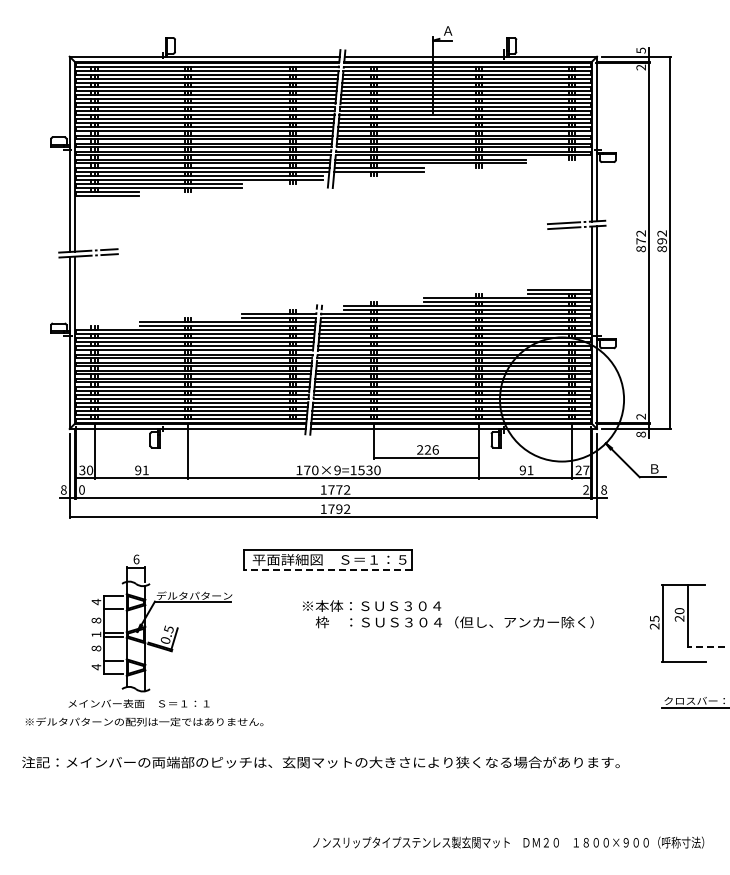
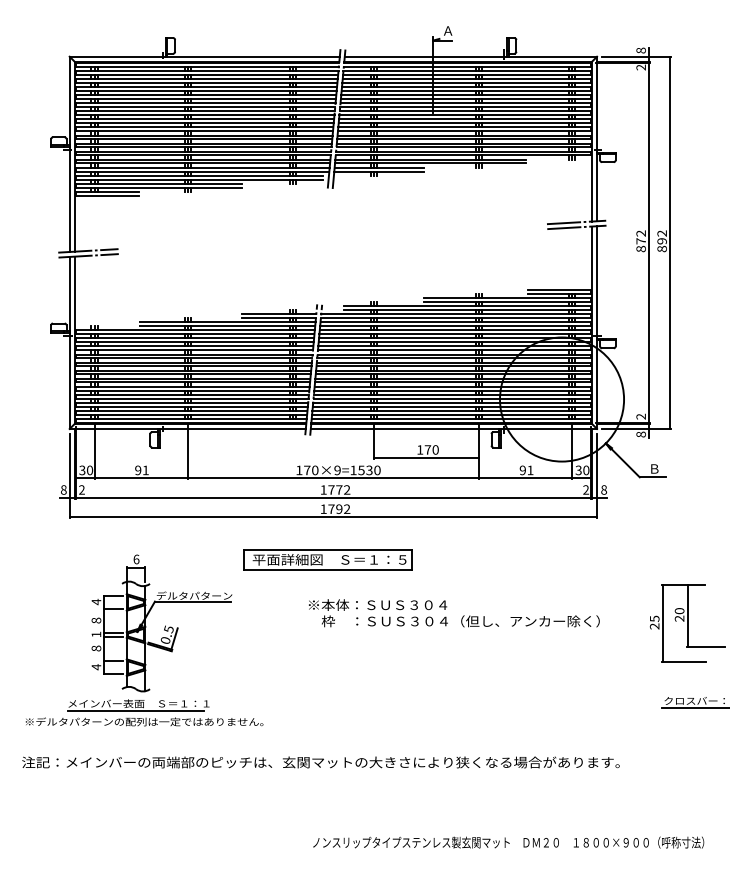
text at (640, 50): 5 -> 8
text at (427, 449): 226 -> 170
text at (582, 470): 27 -> 30
text at (81, 489): 0 -> 2
line at (327, 570): dashed -> solid
text at (448, 614) position: (448, 614) -> (454, 613)
line at (705, 646): dashed -> solid
line at (136, 710): none -> present
